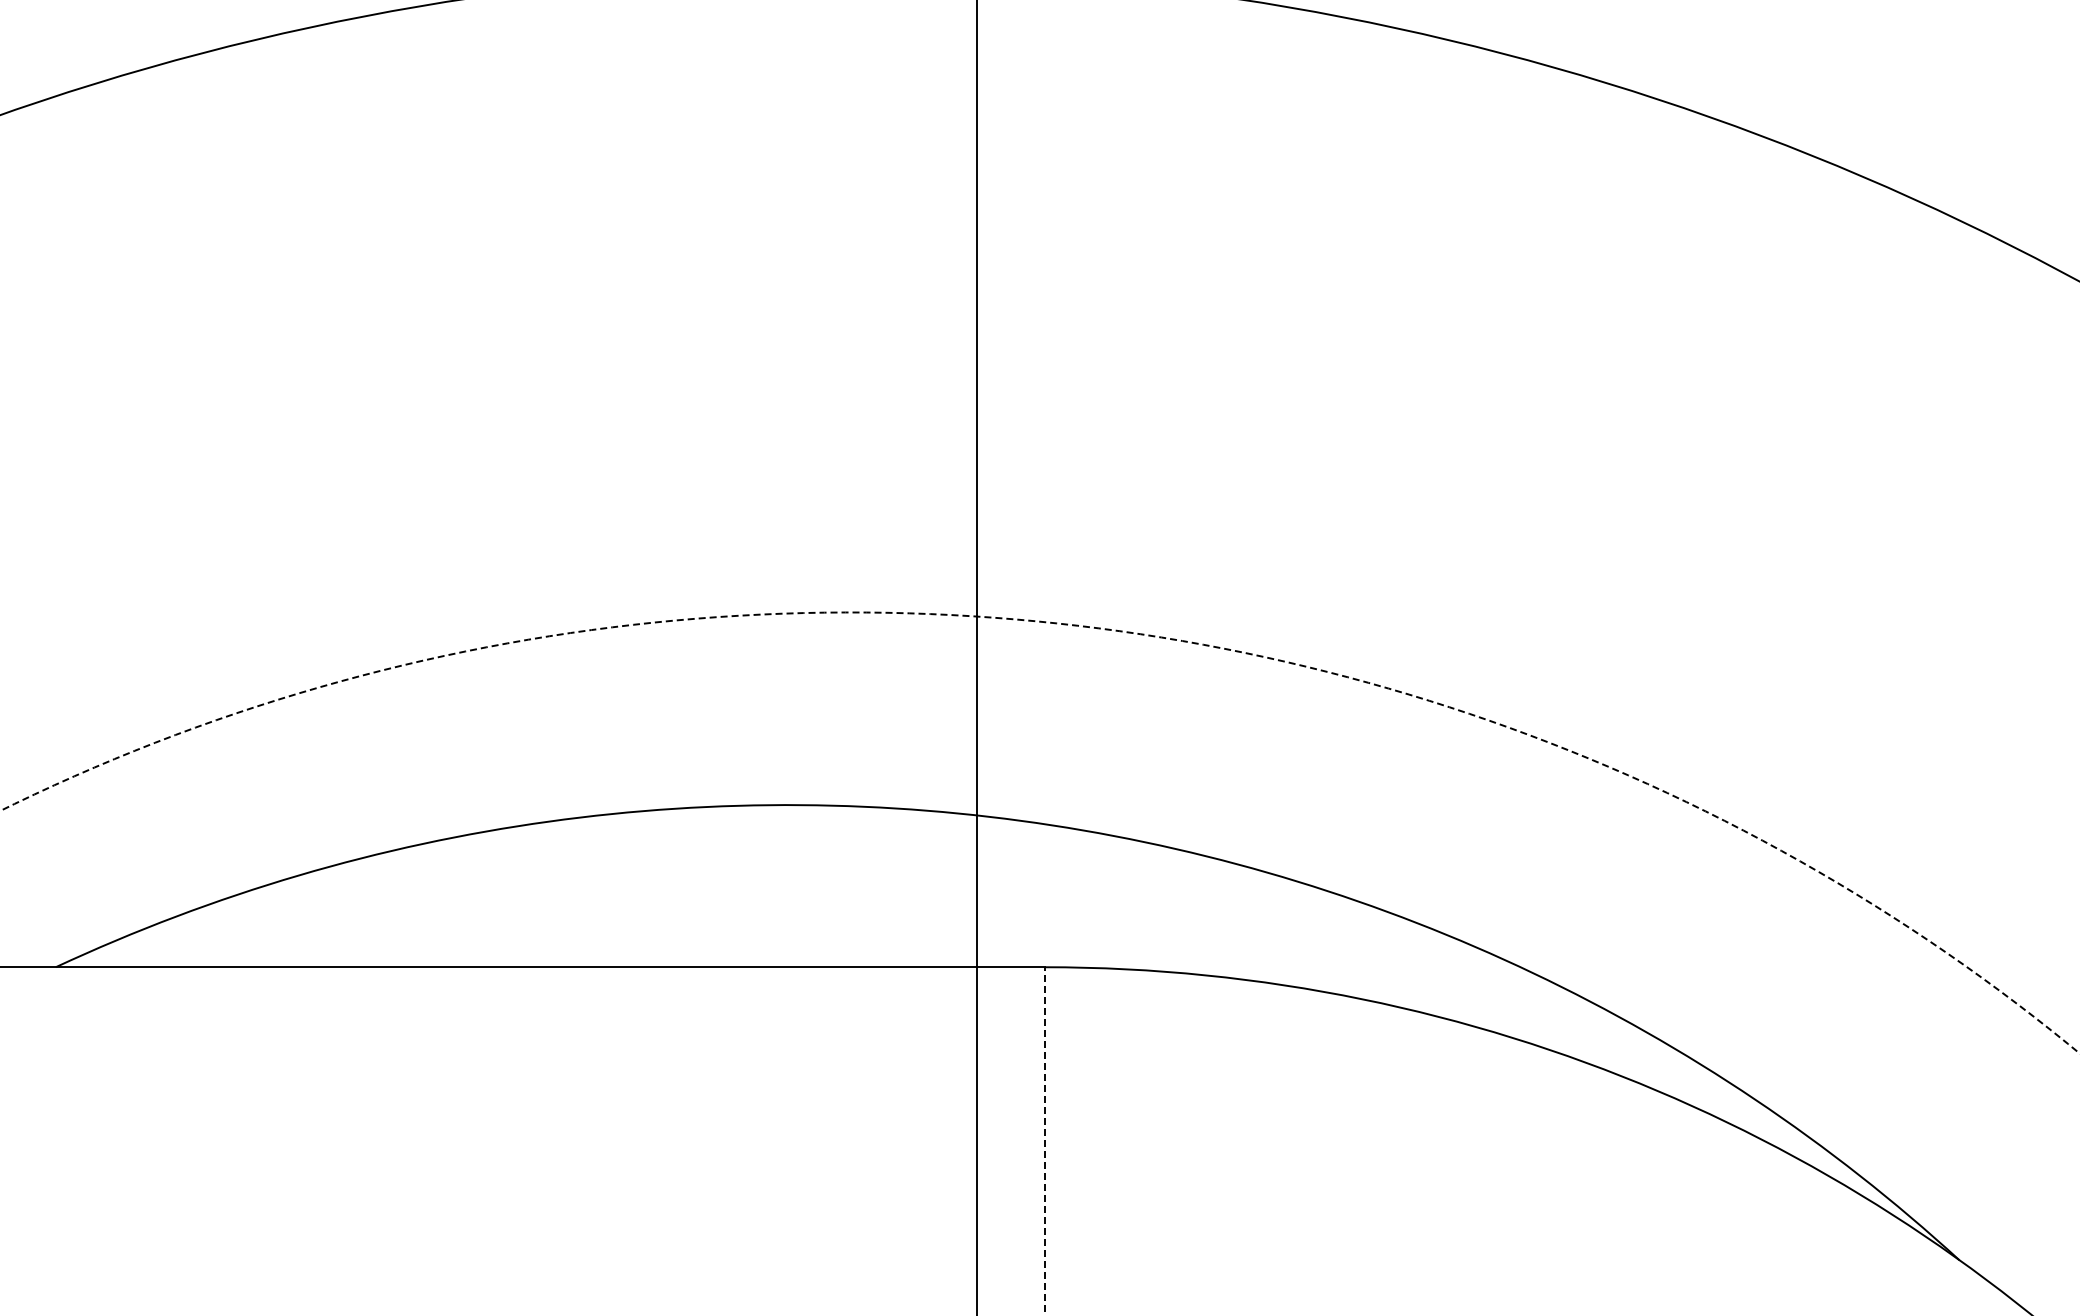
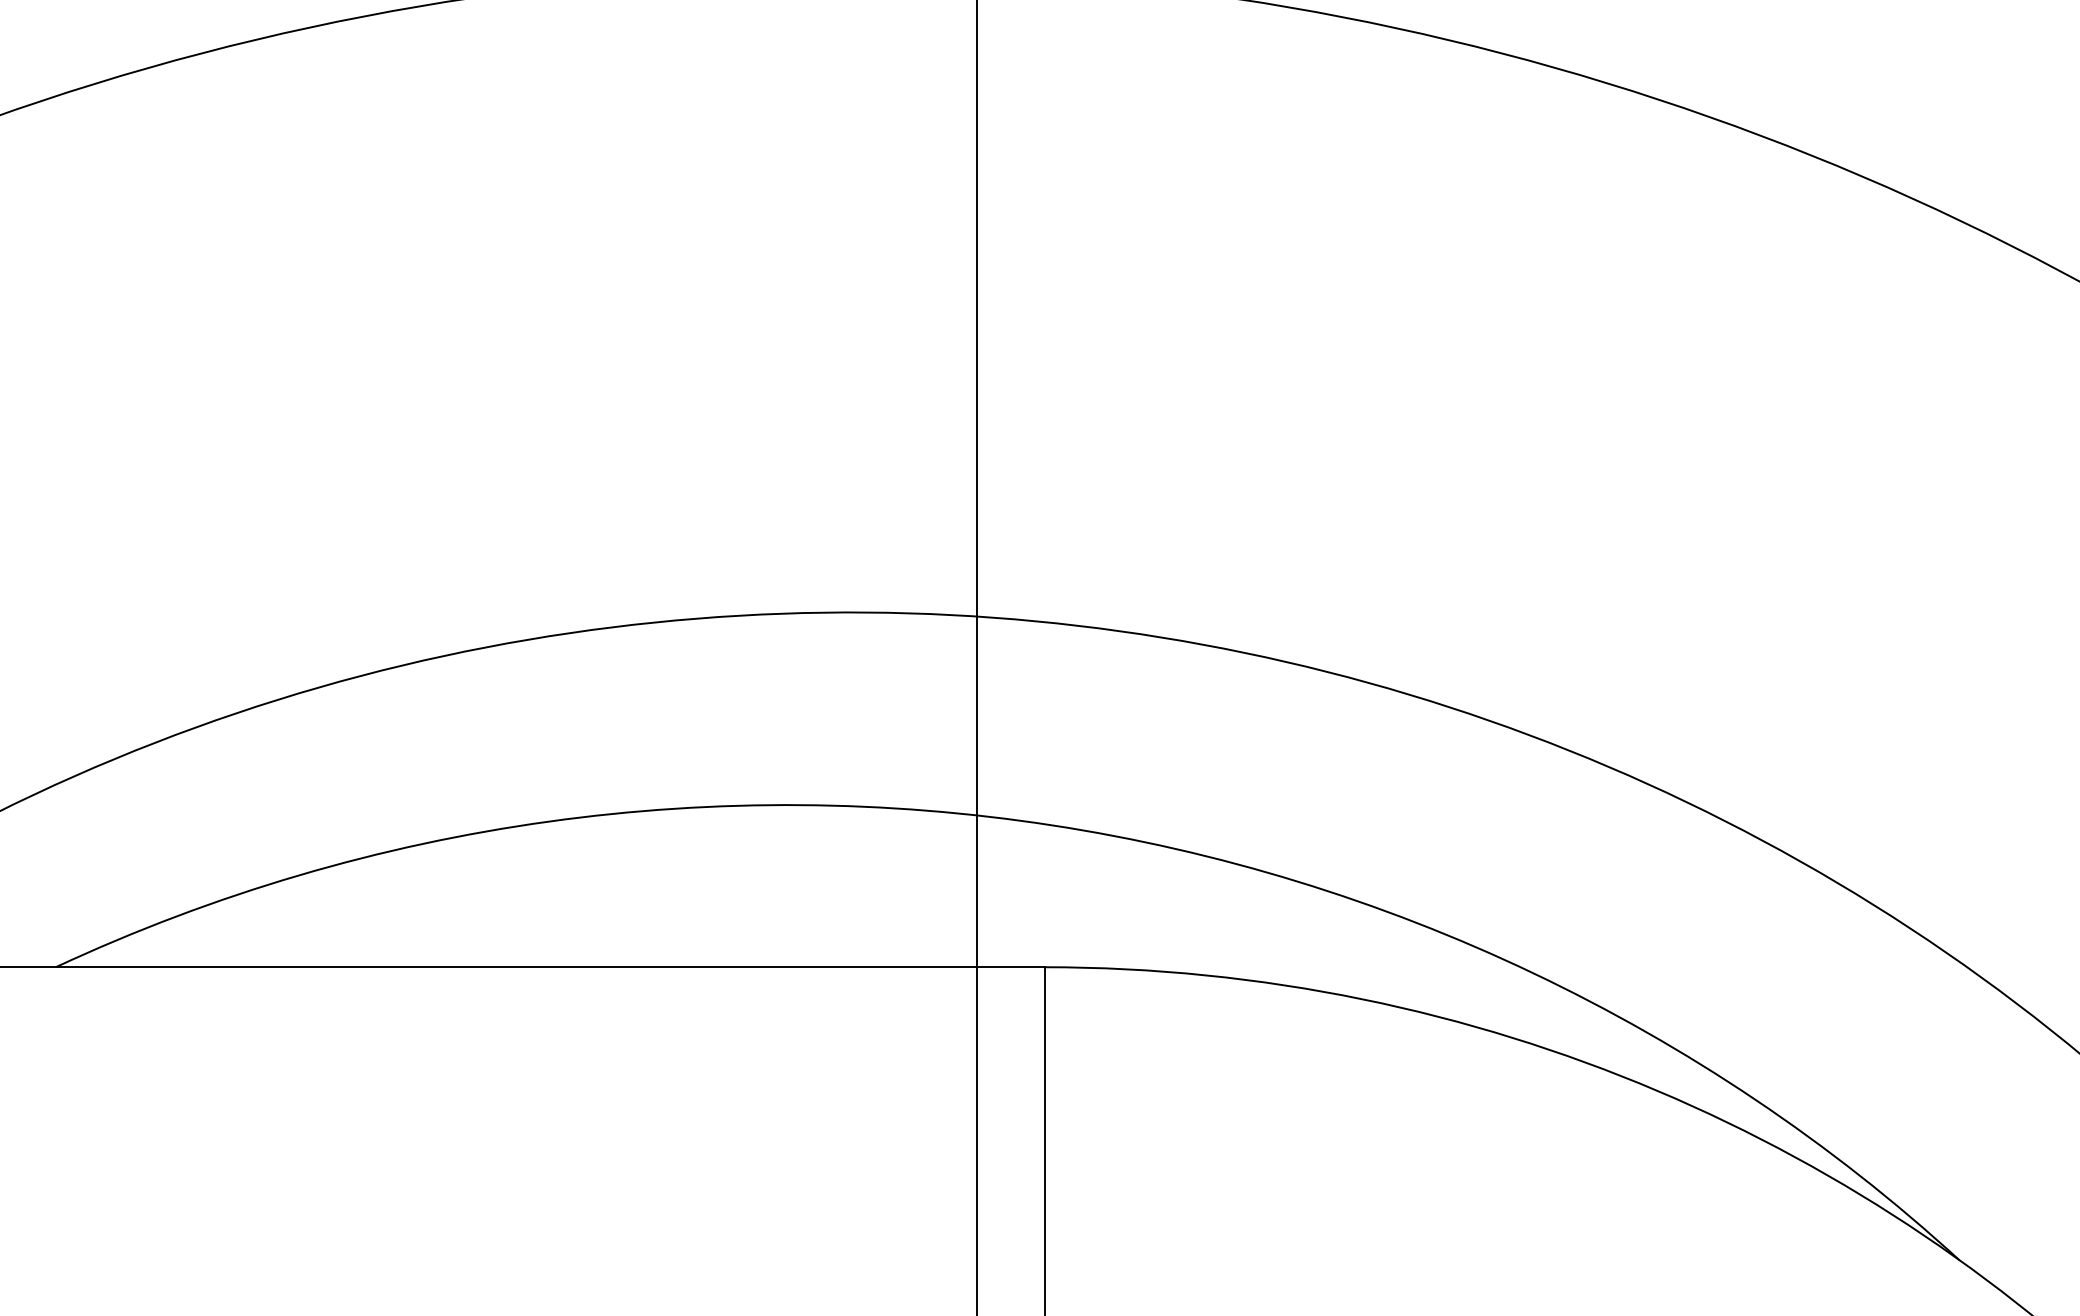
arc at (1075, 625): dashed -> solid
line at (1045, 1141): dashed -> solid
